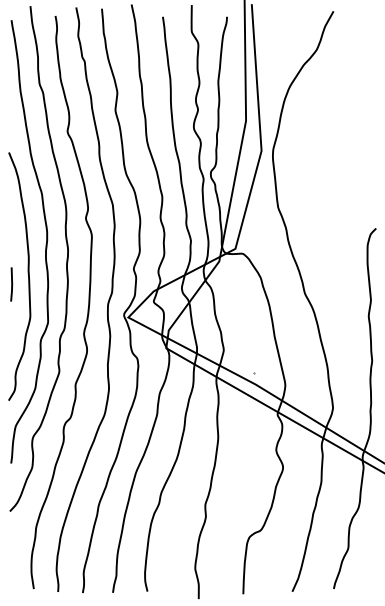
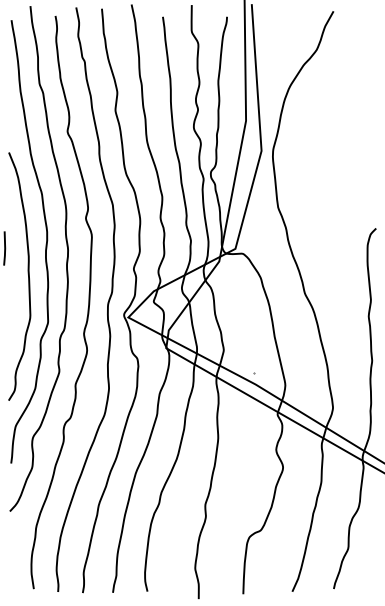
line at (11, 284) position: (11, 284) -> (4, 248)
